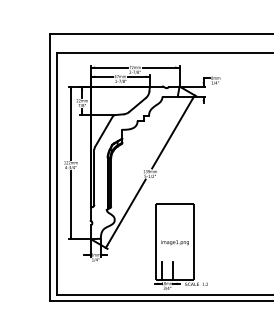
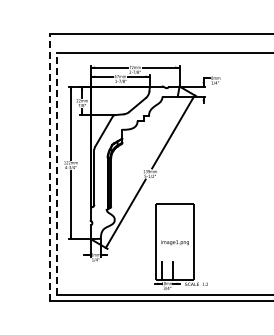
line at (50, 167): solid -> dashed
line at (56, 173): solid -> dashed
